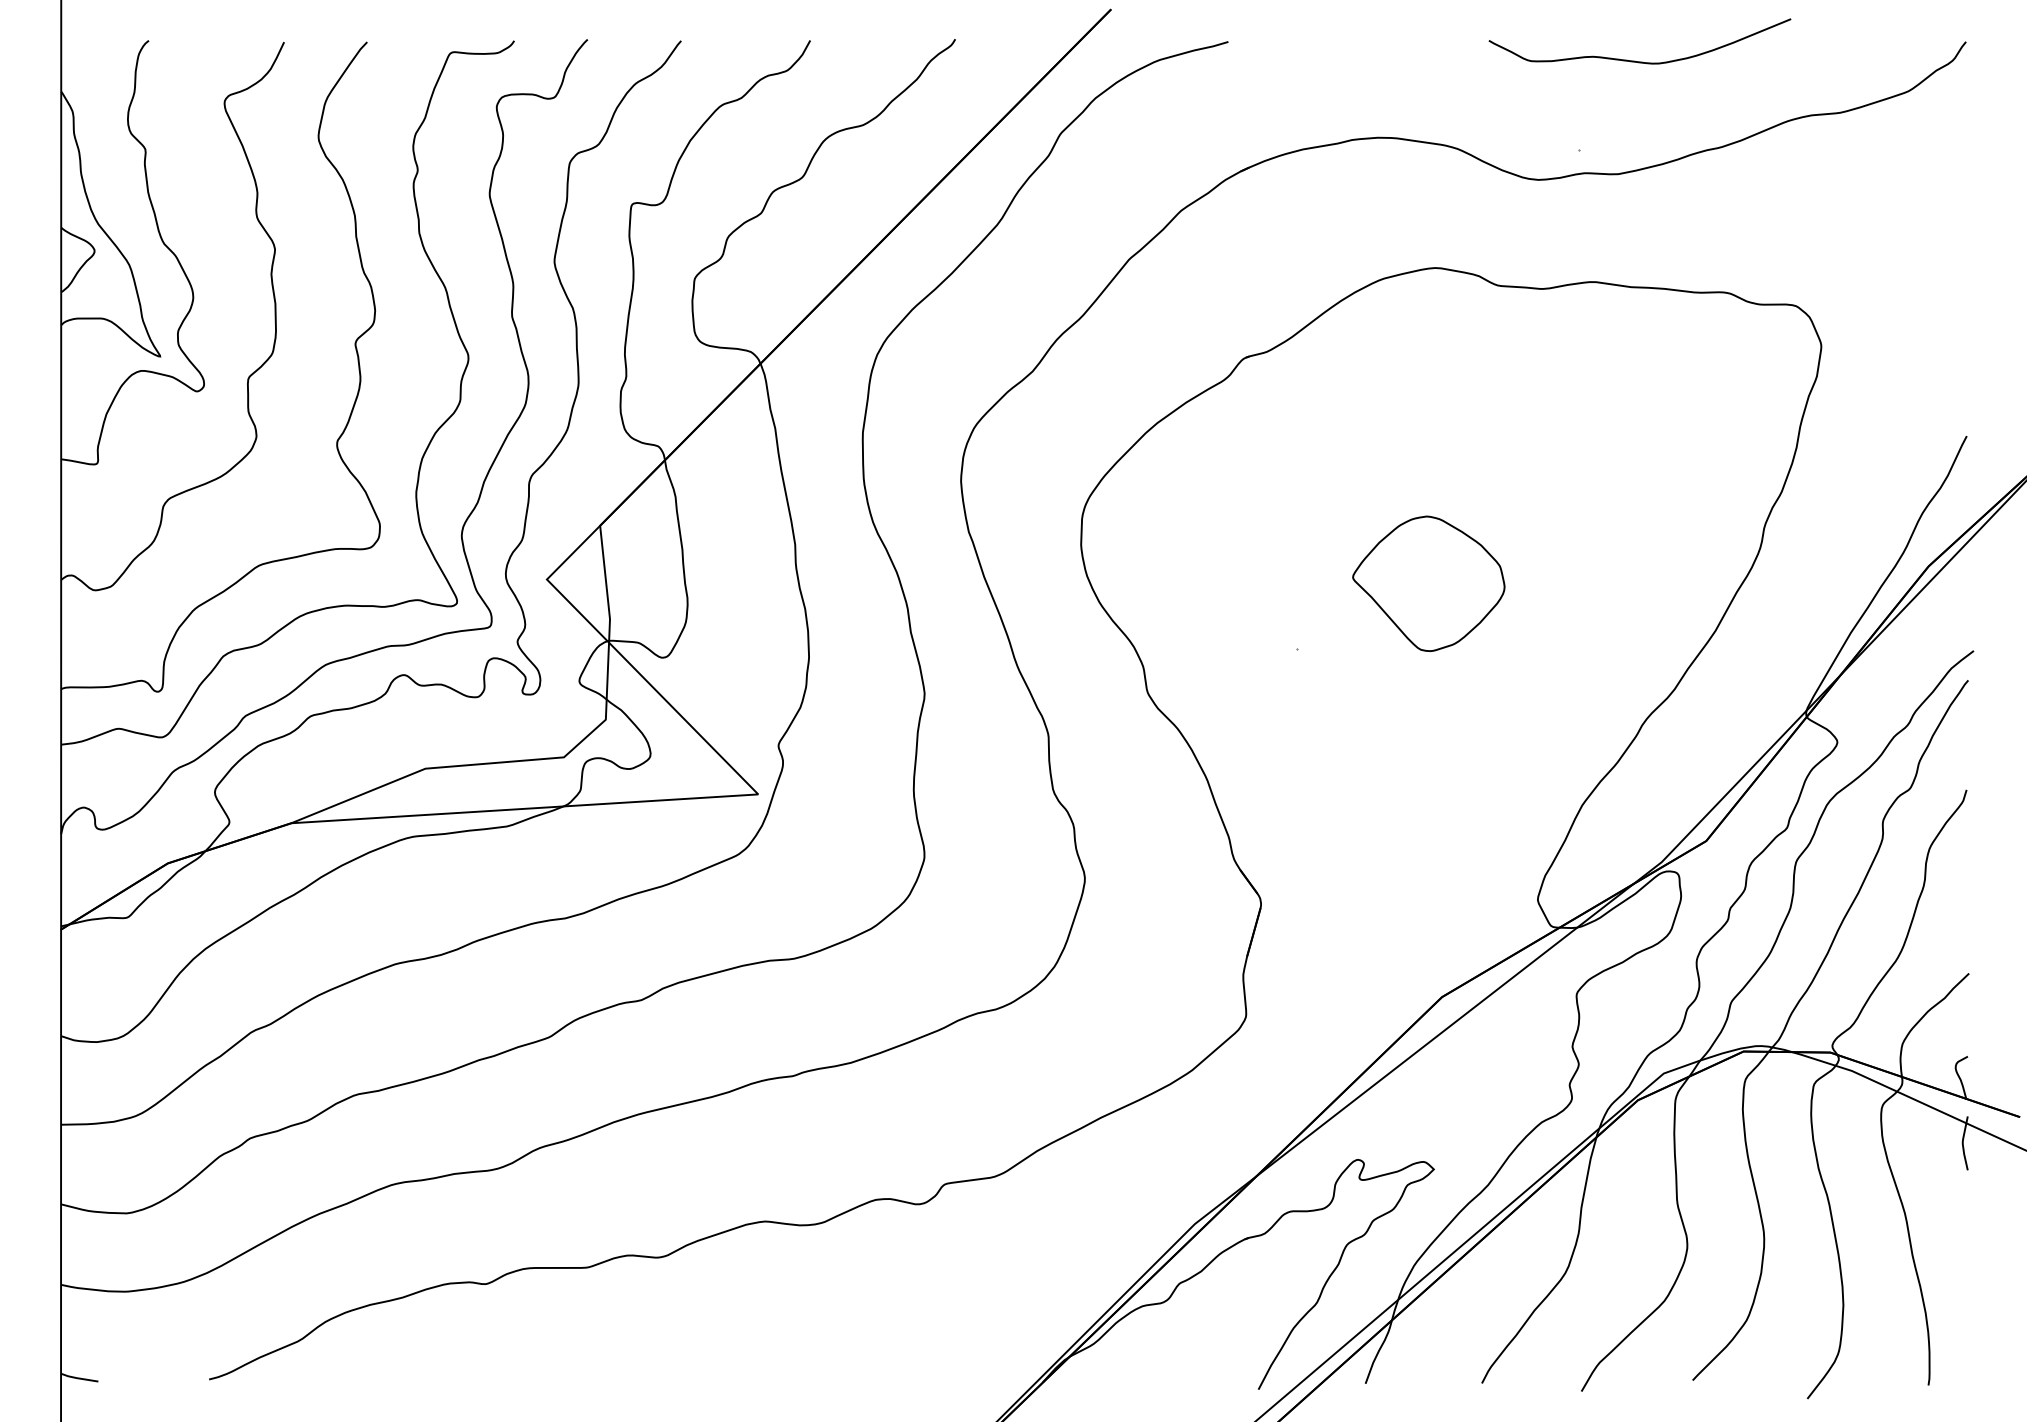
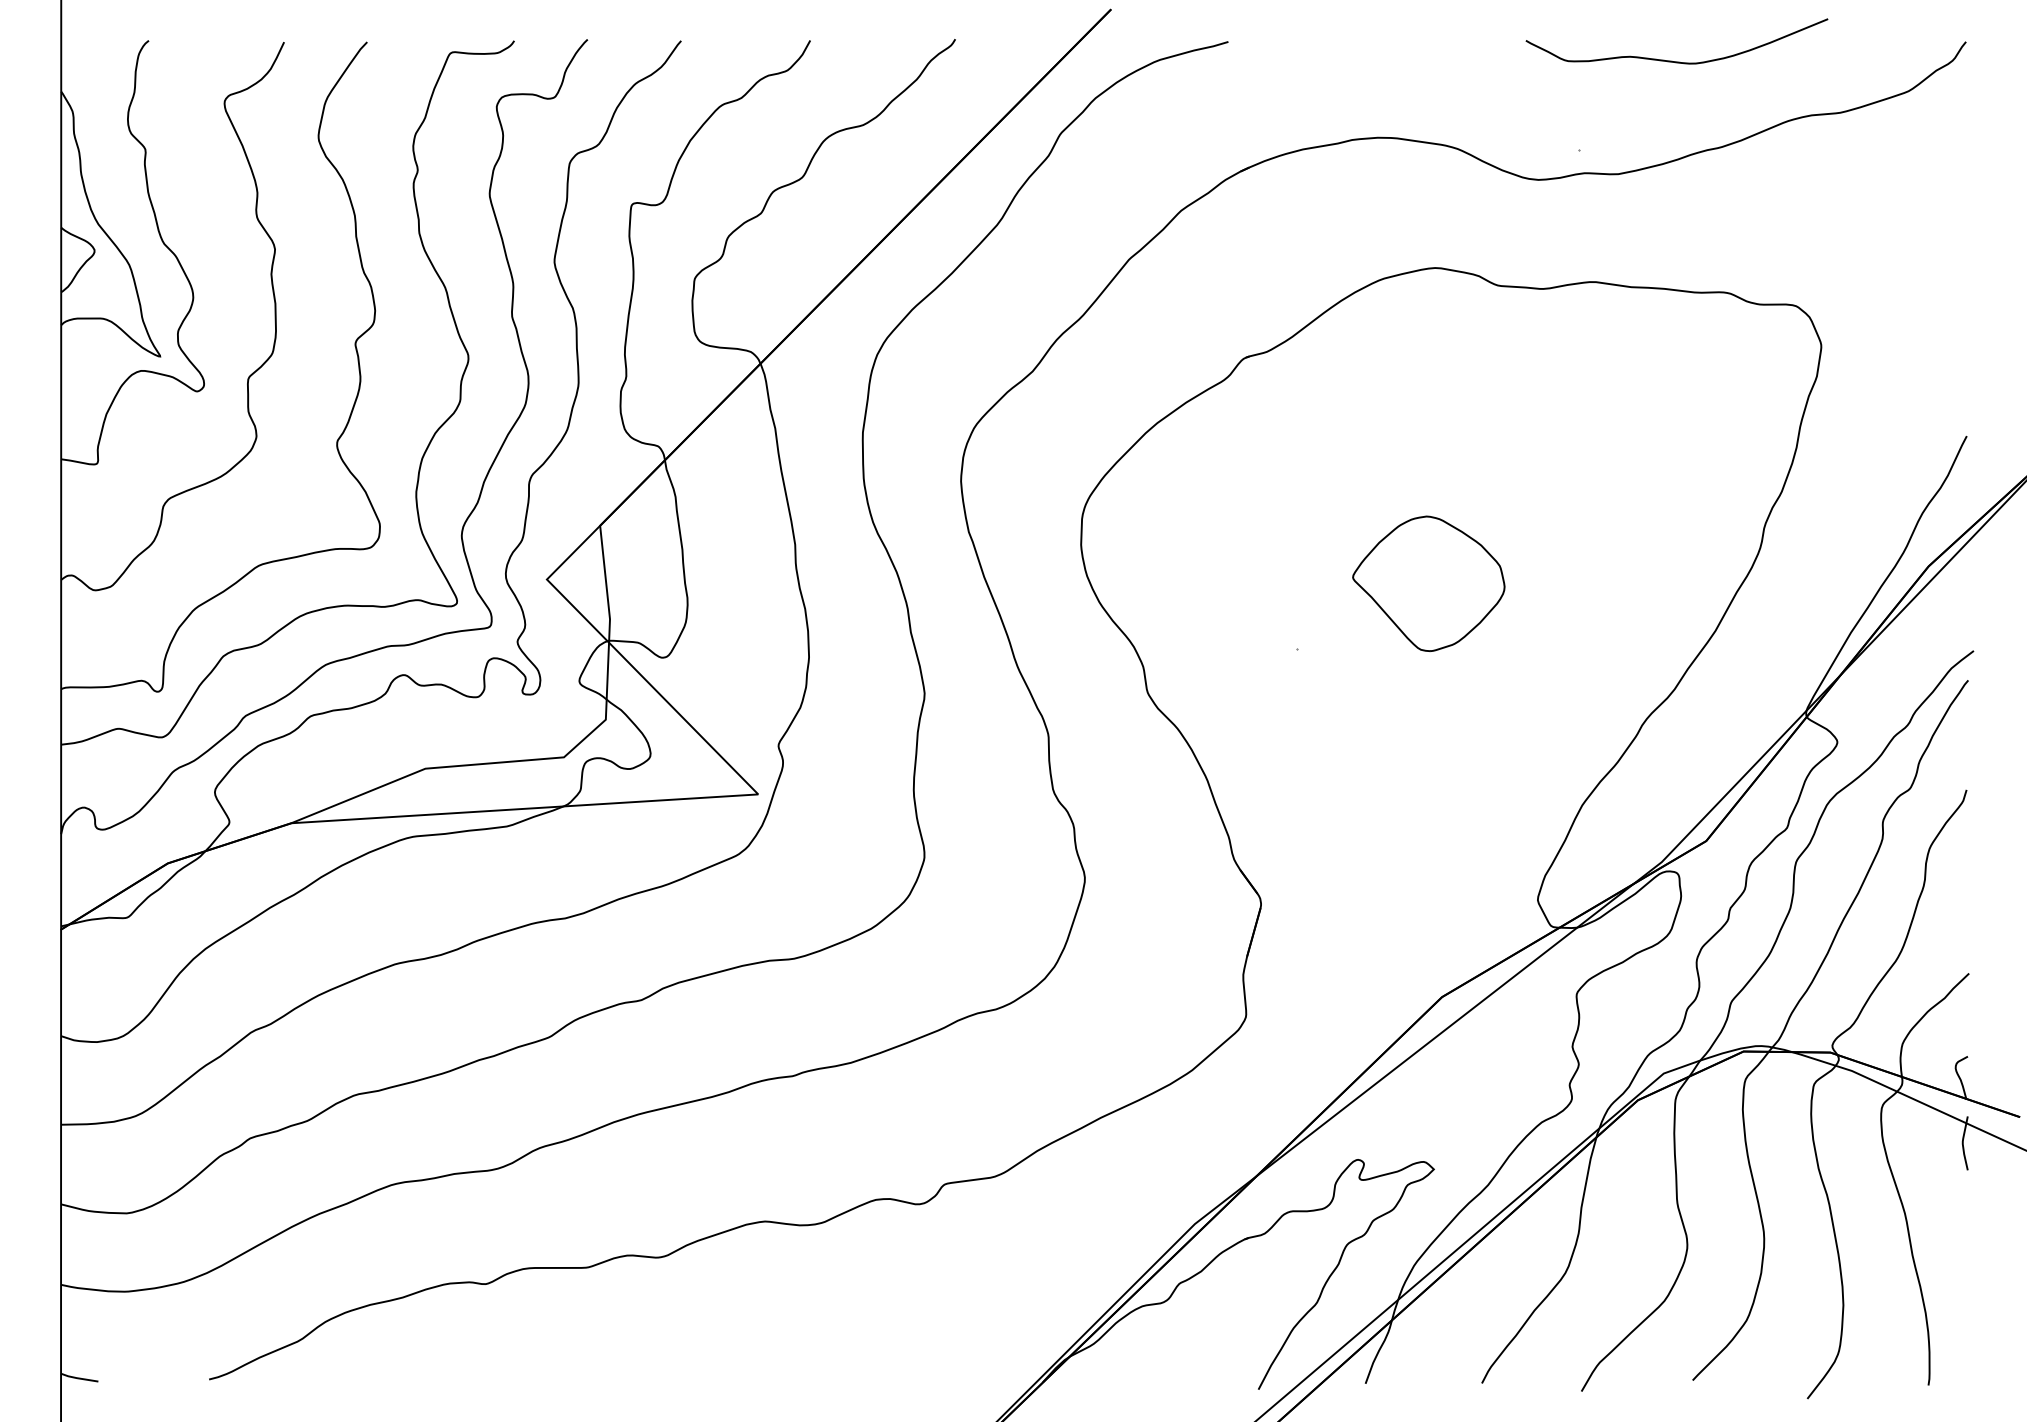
curve at (1635, 60) position: (1635, 60) -> (1672, 60)
